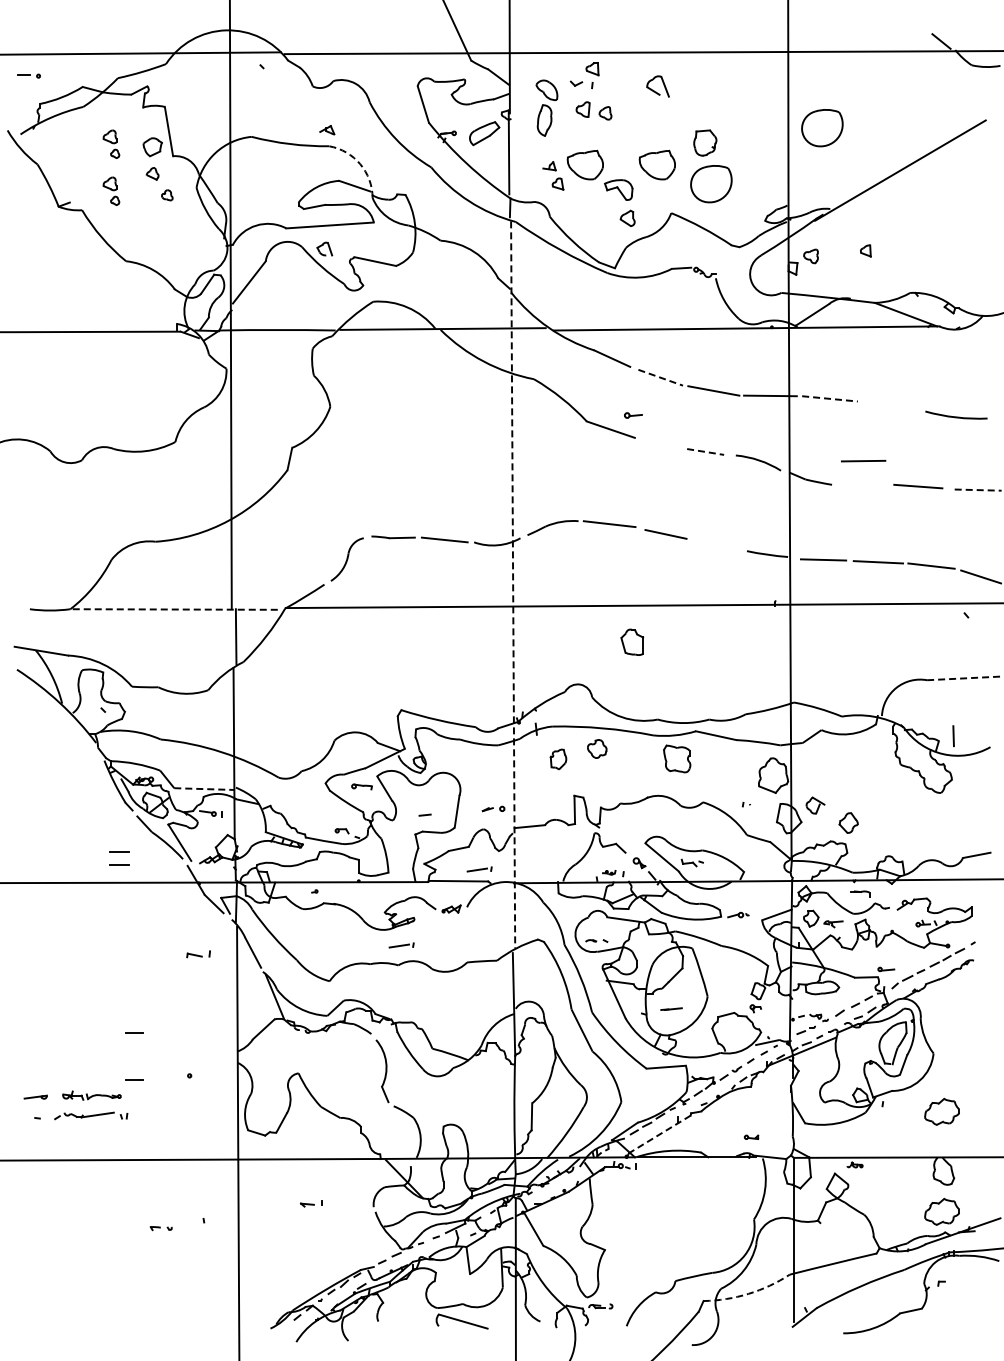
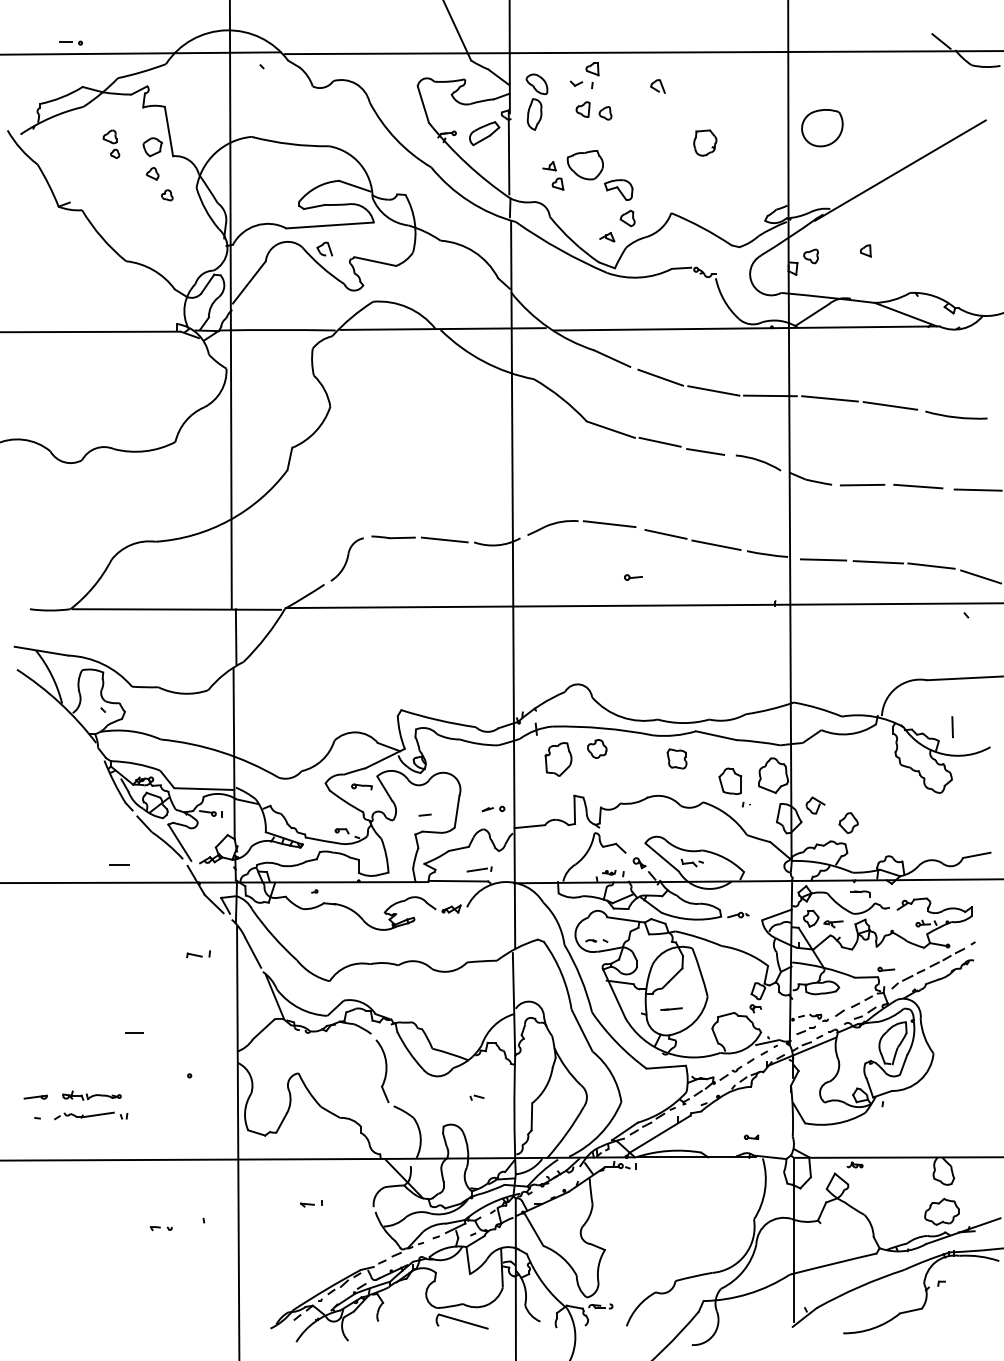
part at (28, 75) position: (28, 75) -> (70, 42)
part at (657, 86) size: 24x23 px -> 16x15 px
part at (546, 107) position: (546, 107) -> (536, 101)
part at (327, 130) position: (327, 130) -> (607, 237)
arc at (360, 164): dashed -> solid
part at (656, 164): present -> none
part at (711, 184): present -> none
part at (111, 190): present -> none
line at (660, 377): dashed -> solid
line at (830, 398): dashed -> solid
line at (890, 405): none -> present
part at (633, 415) position: (633, 415) -> (633, 577)
line at (659, 441): none -> present
line at (705, 451): dashed -> solid
line at (863, 460) position: (863, 460) -> (862, 484)
line at (978, 490): dashed -> solid
line at (716, 544): none -> present
line at (513, 584): dashed -> solid
line at (177, 609): dashed -> solid
part at (632, 641) position: (632, 641) -> (730, 780)
line at (965, 678): dashed -> solid
line at (953, 736) position: (953, 736) -> (952, 727)
part at (677, 758) size: 29x30 px -> 22x22 px
part at (558, 759) size: 19x23 px -> 29x35 px
line at (204, 789): dashed -> solid
line at (119, 851): present -> none
part at (401, 945): present -> none
line at (134, 1079): present -> none
part at (476, 1097): none -> present
part at (941, 1111): present -> none
line at (659, 1134): dashed -> solid
arc at (748, 1293): dashed -> solid
